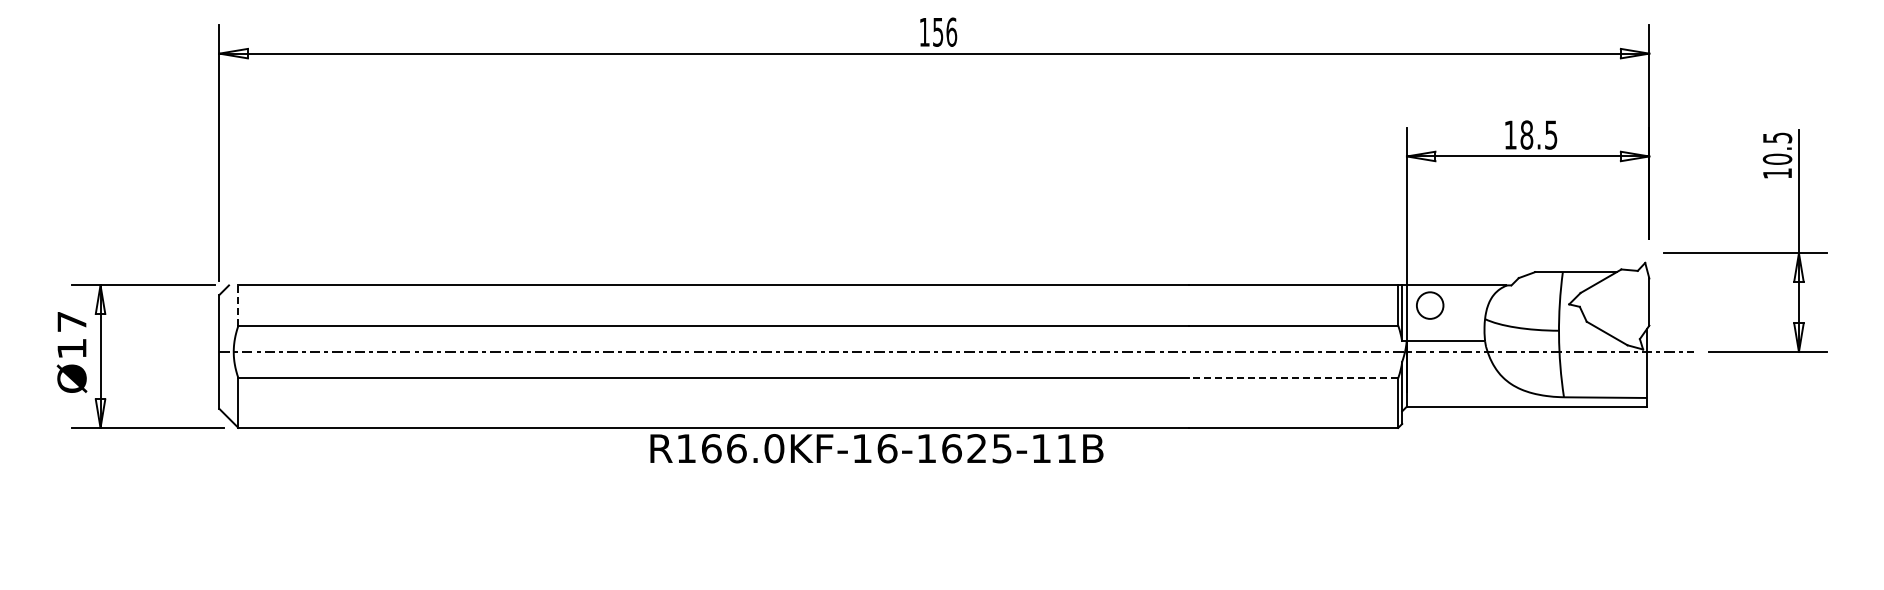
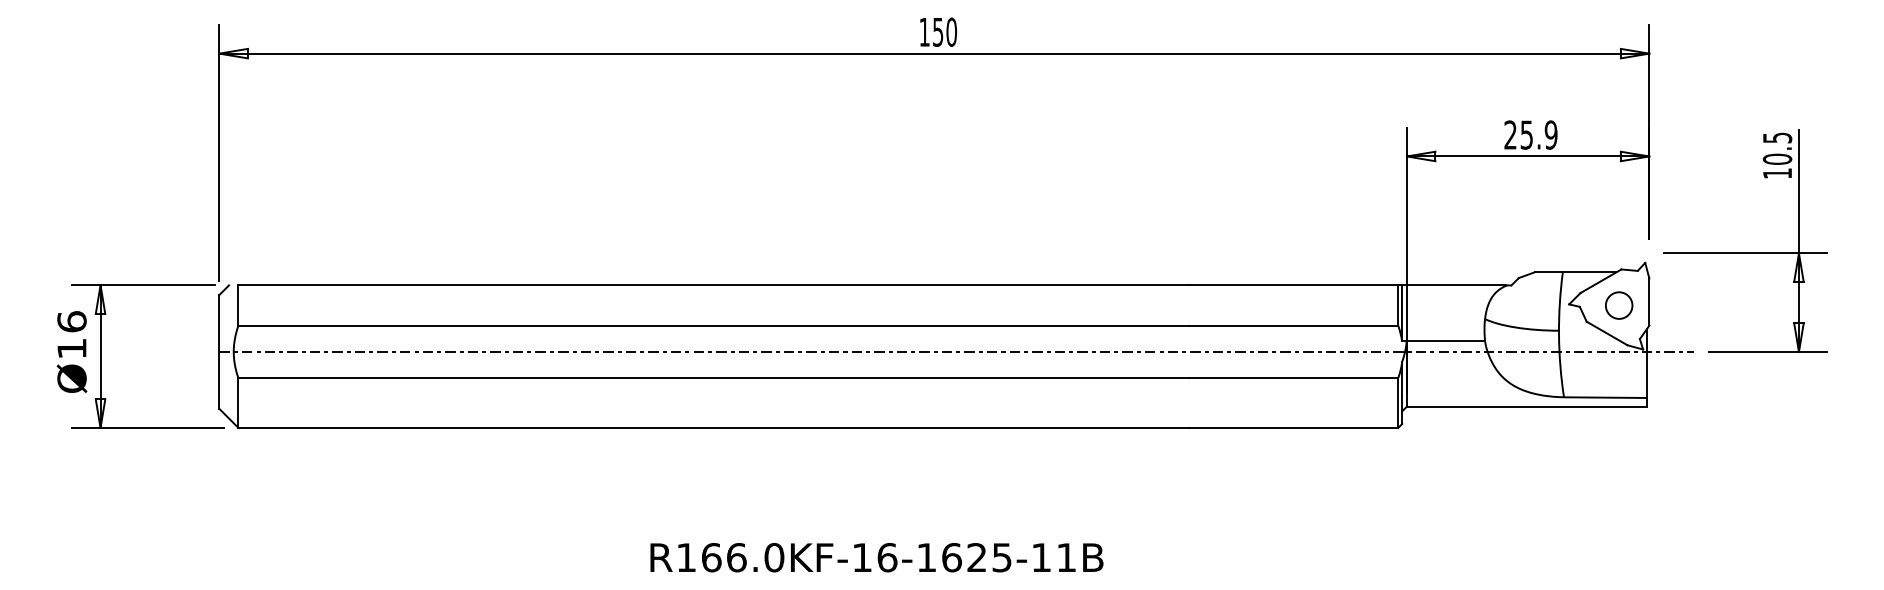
text at (951, 31): 156 -> 150
text at (1530, 134): 18.5 -> 25.9
line at (238, 305): dashed -> solid
circle at (1430, 305) position: (1430, 305) -> (1619, 305)
text at (71, 321): Ø17 -> Ø16
line at (1293, 378): dashed -> solid
text at (876, 448) position: (876, 448) -> (876, 557)
